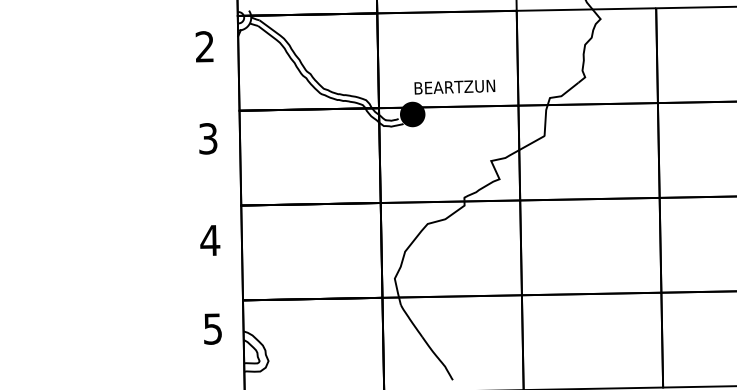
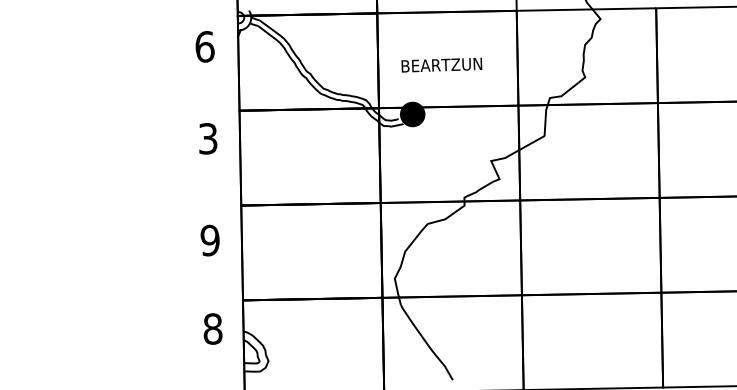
text at (204, 46): 2 -> 6
text at (454, 86) position: (454, 86) -> (441, 64)
text at (210, 240): 4 -> 9
text at (212, 328): 5 -> 8
